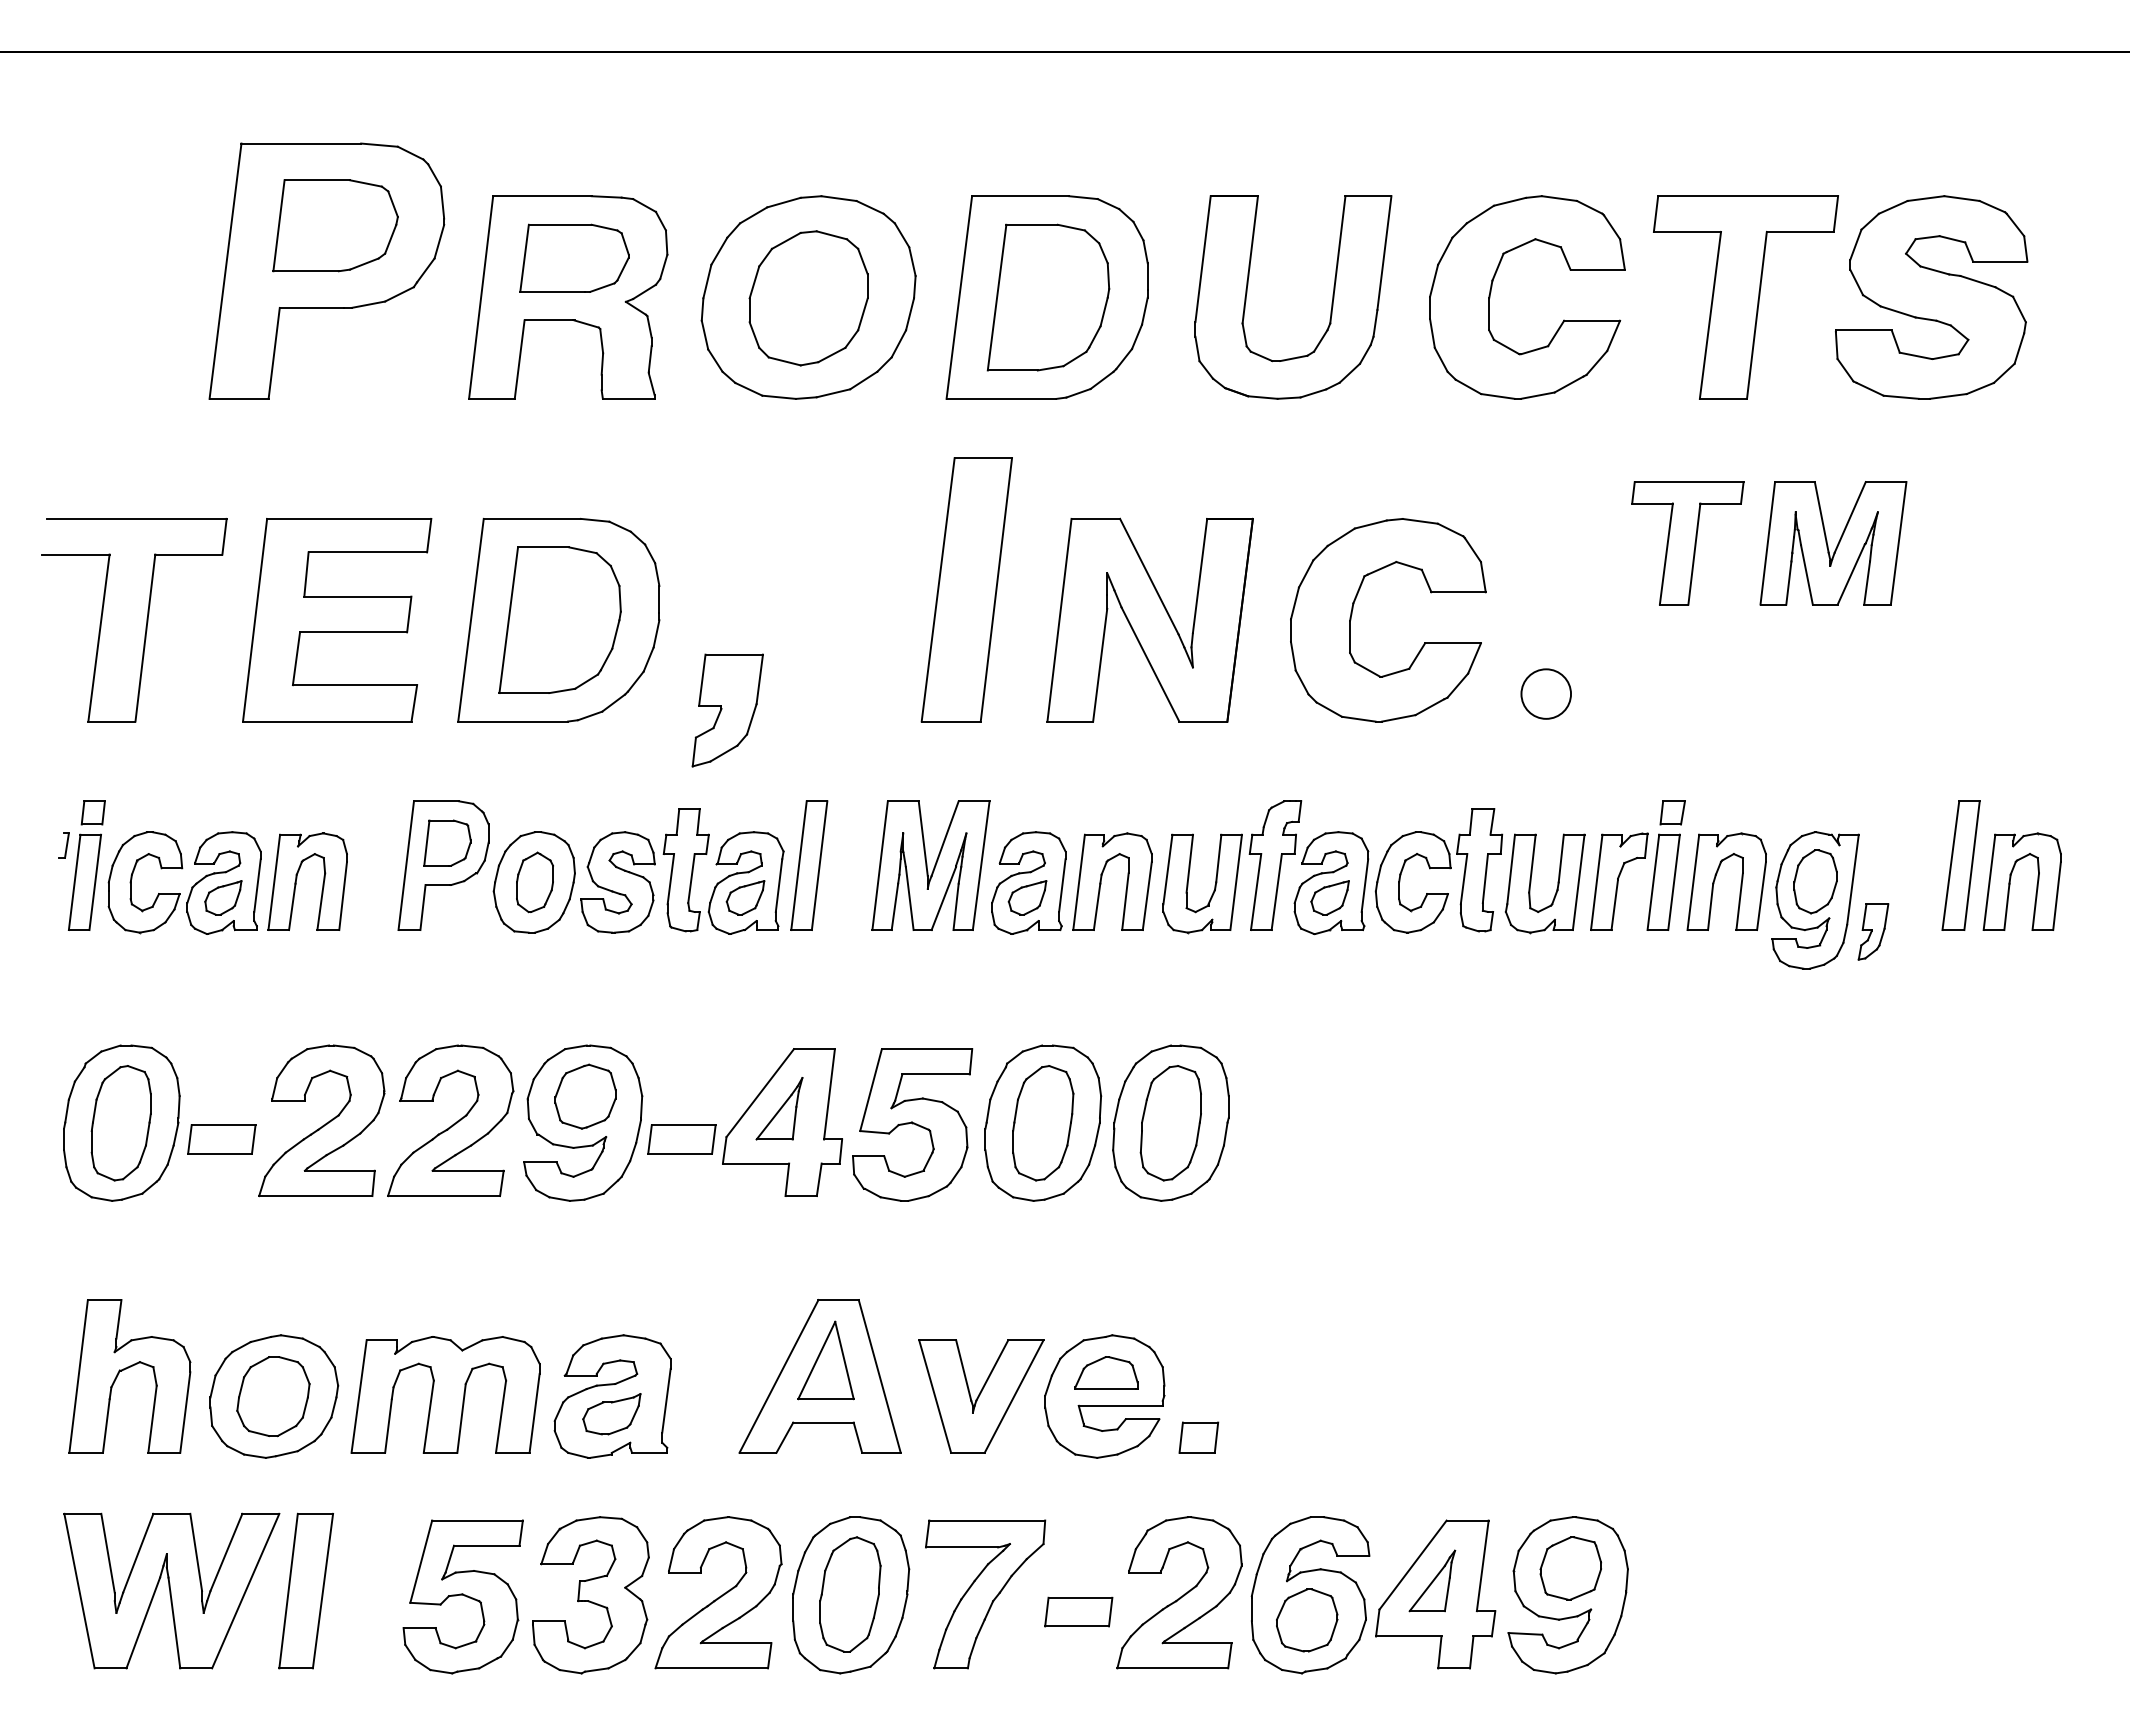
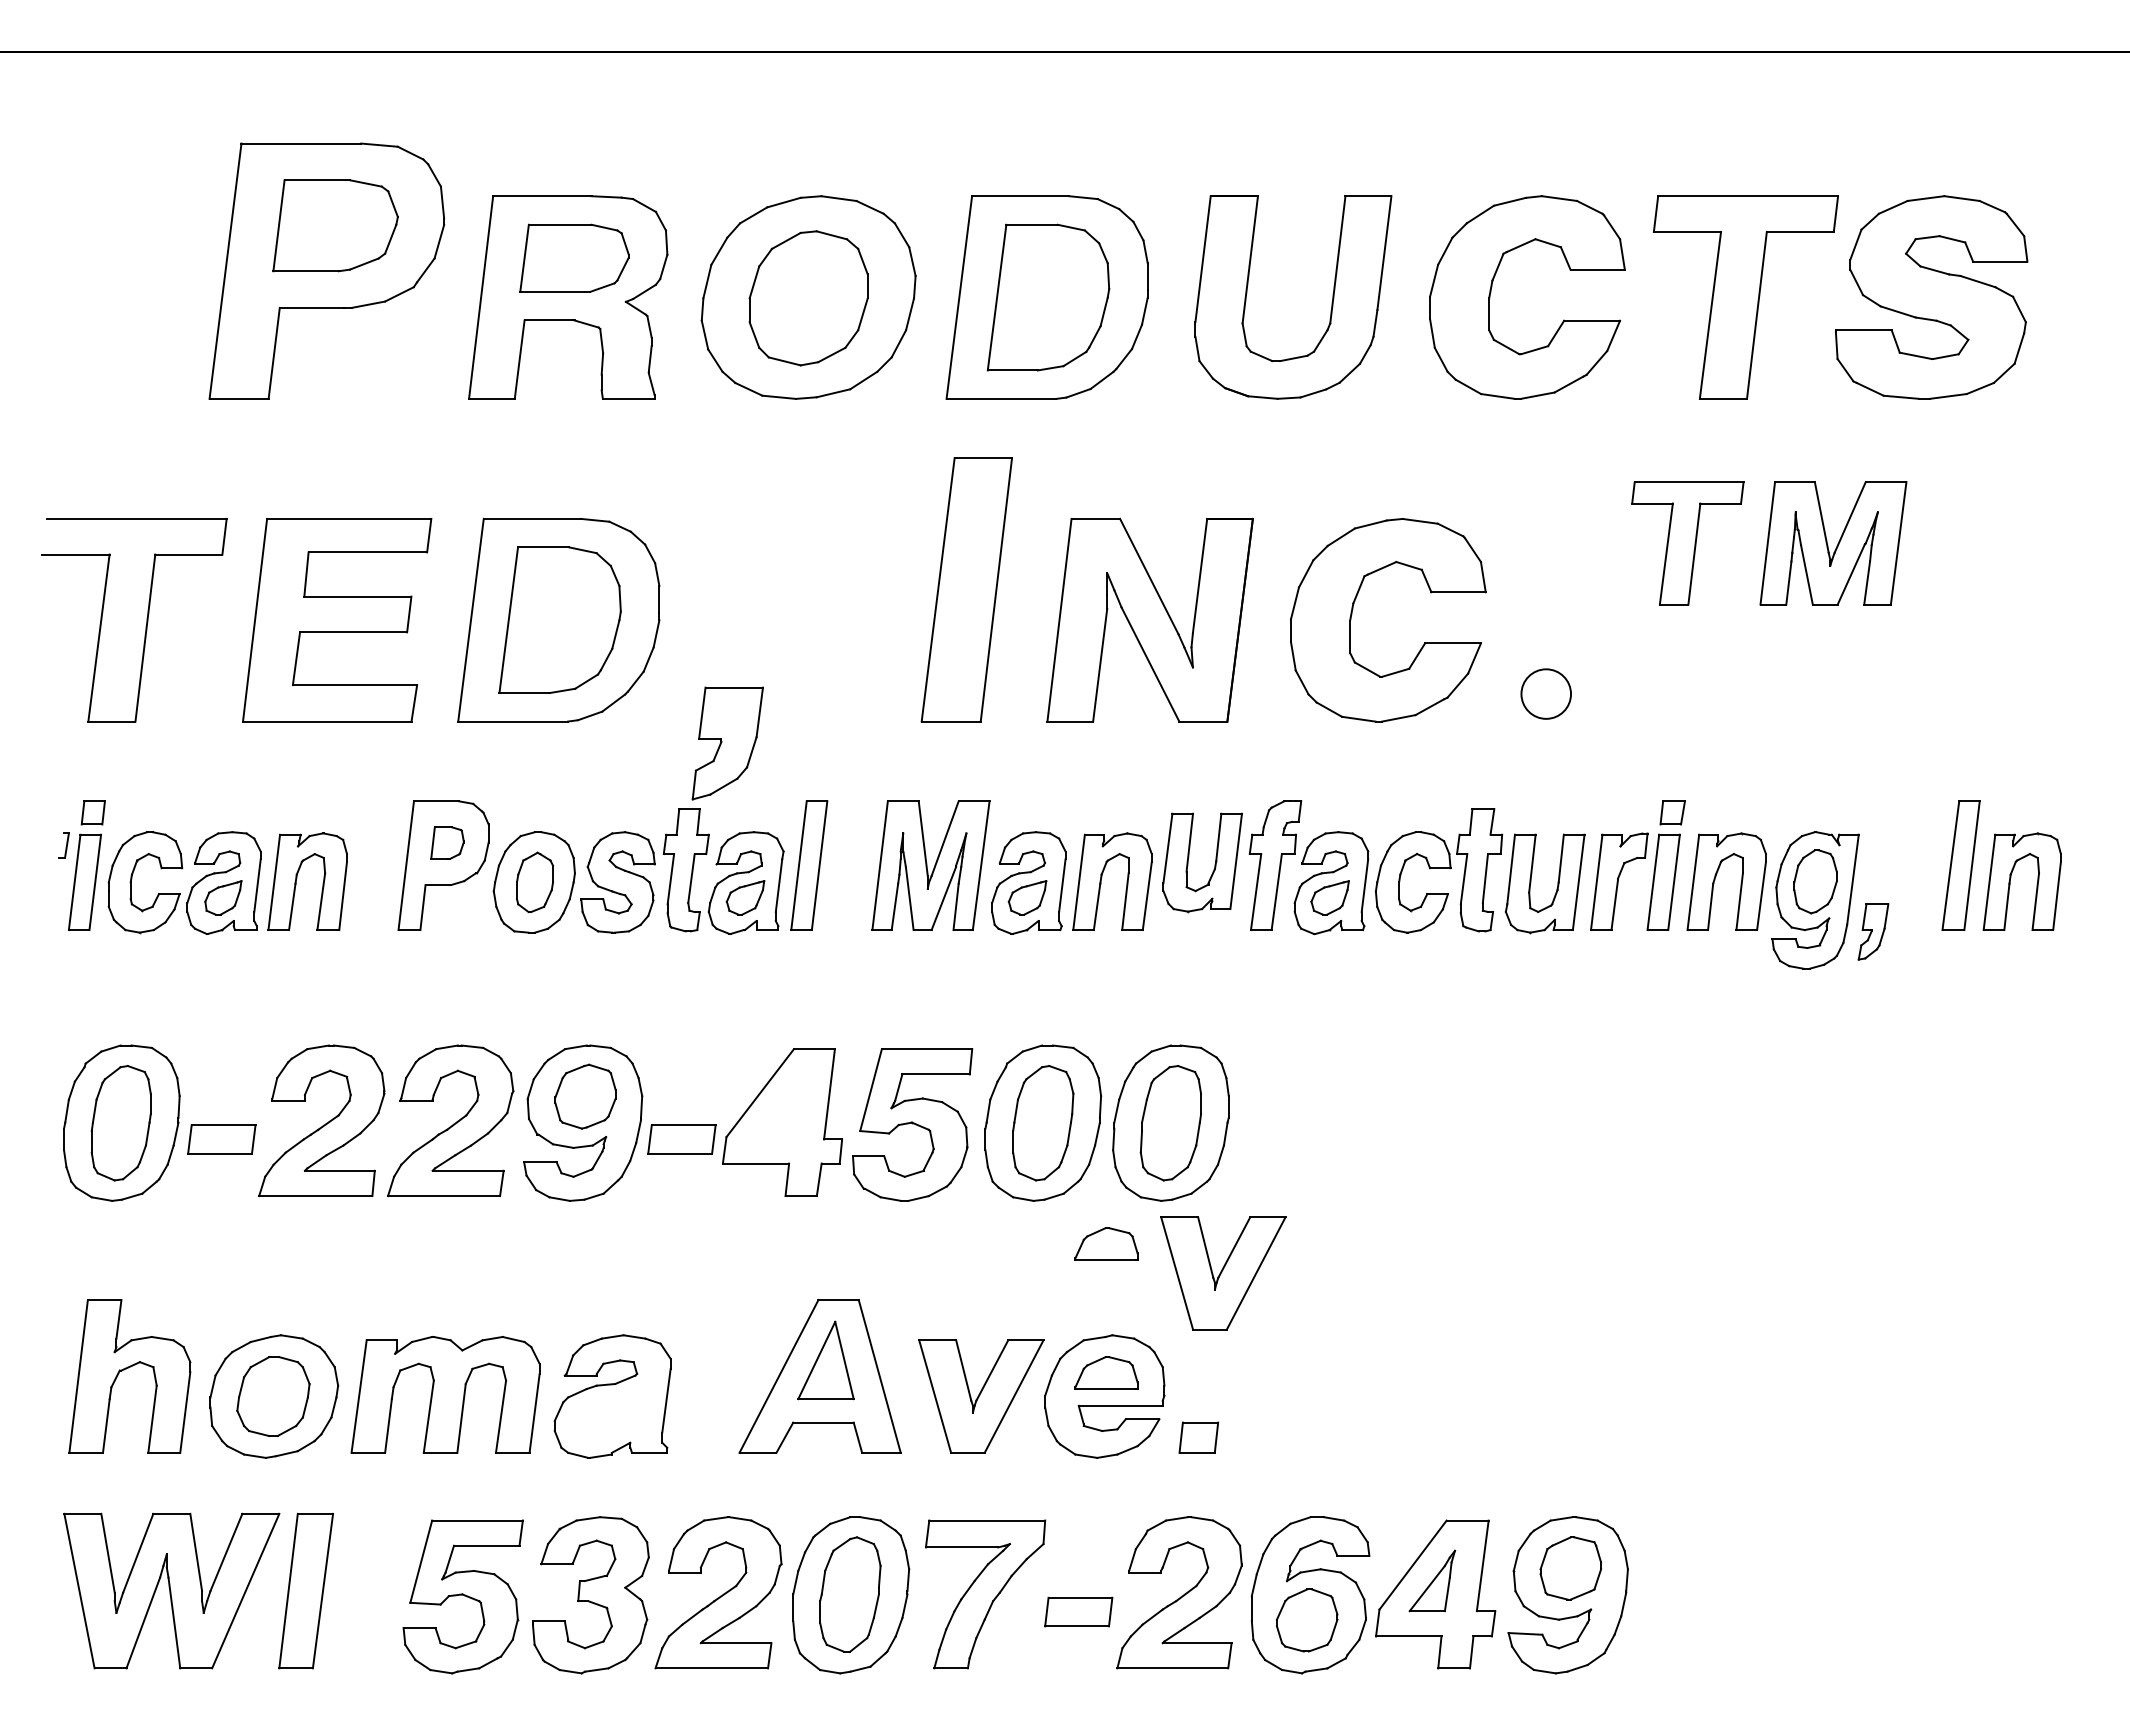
part at (727, 710) position: (727, 710) -> (727, 743)
part at (447, 842) size: 49x48 px -> 35x34 px
part at (1214, 885) position: (1214, 885) -> (1214, 864)
part at (779, 1108): present -> none
part at (1106, 1243): none -> present
part at (1223, 1273): none -> present
part at (611, 1414): present -> none
